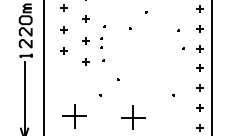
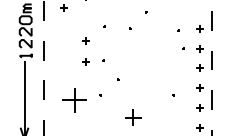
part at (199, 8): present -> none
part at (85, 18): present -> none
part at (63, 29): present -> none
part at (101, 42): present -> none
part at (63, 50): present -> none
line at (44, 67): solid -> dashed
line at (212, 67): solid -> dashed
part at (74, 116) position: (74, 116) -> (74, 100)
part at (133, 117) size: 25x25 px -> 17x17 px
